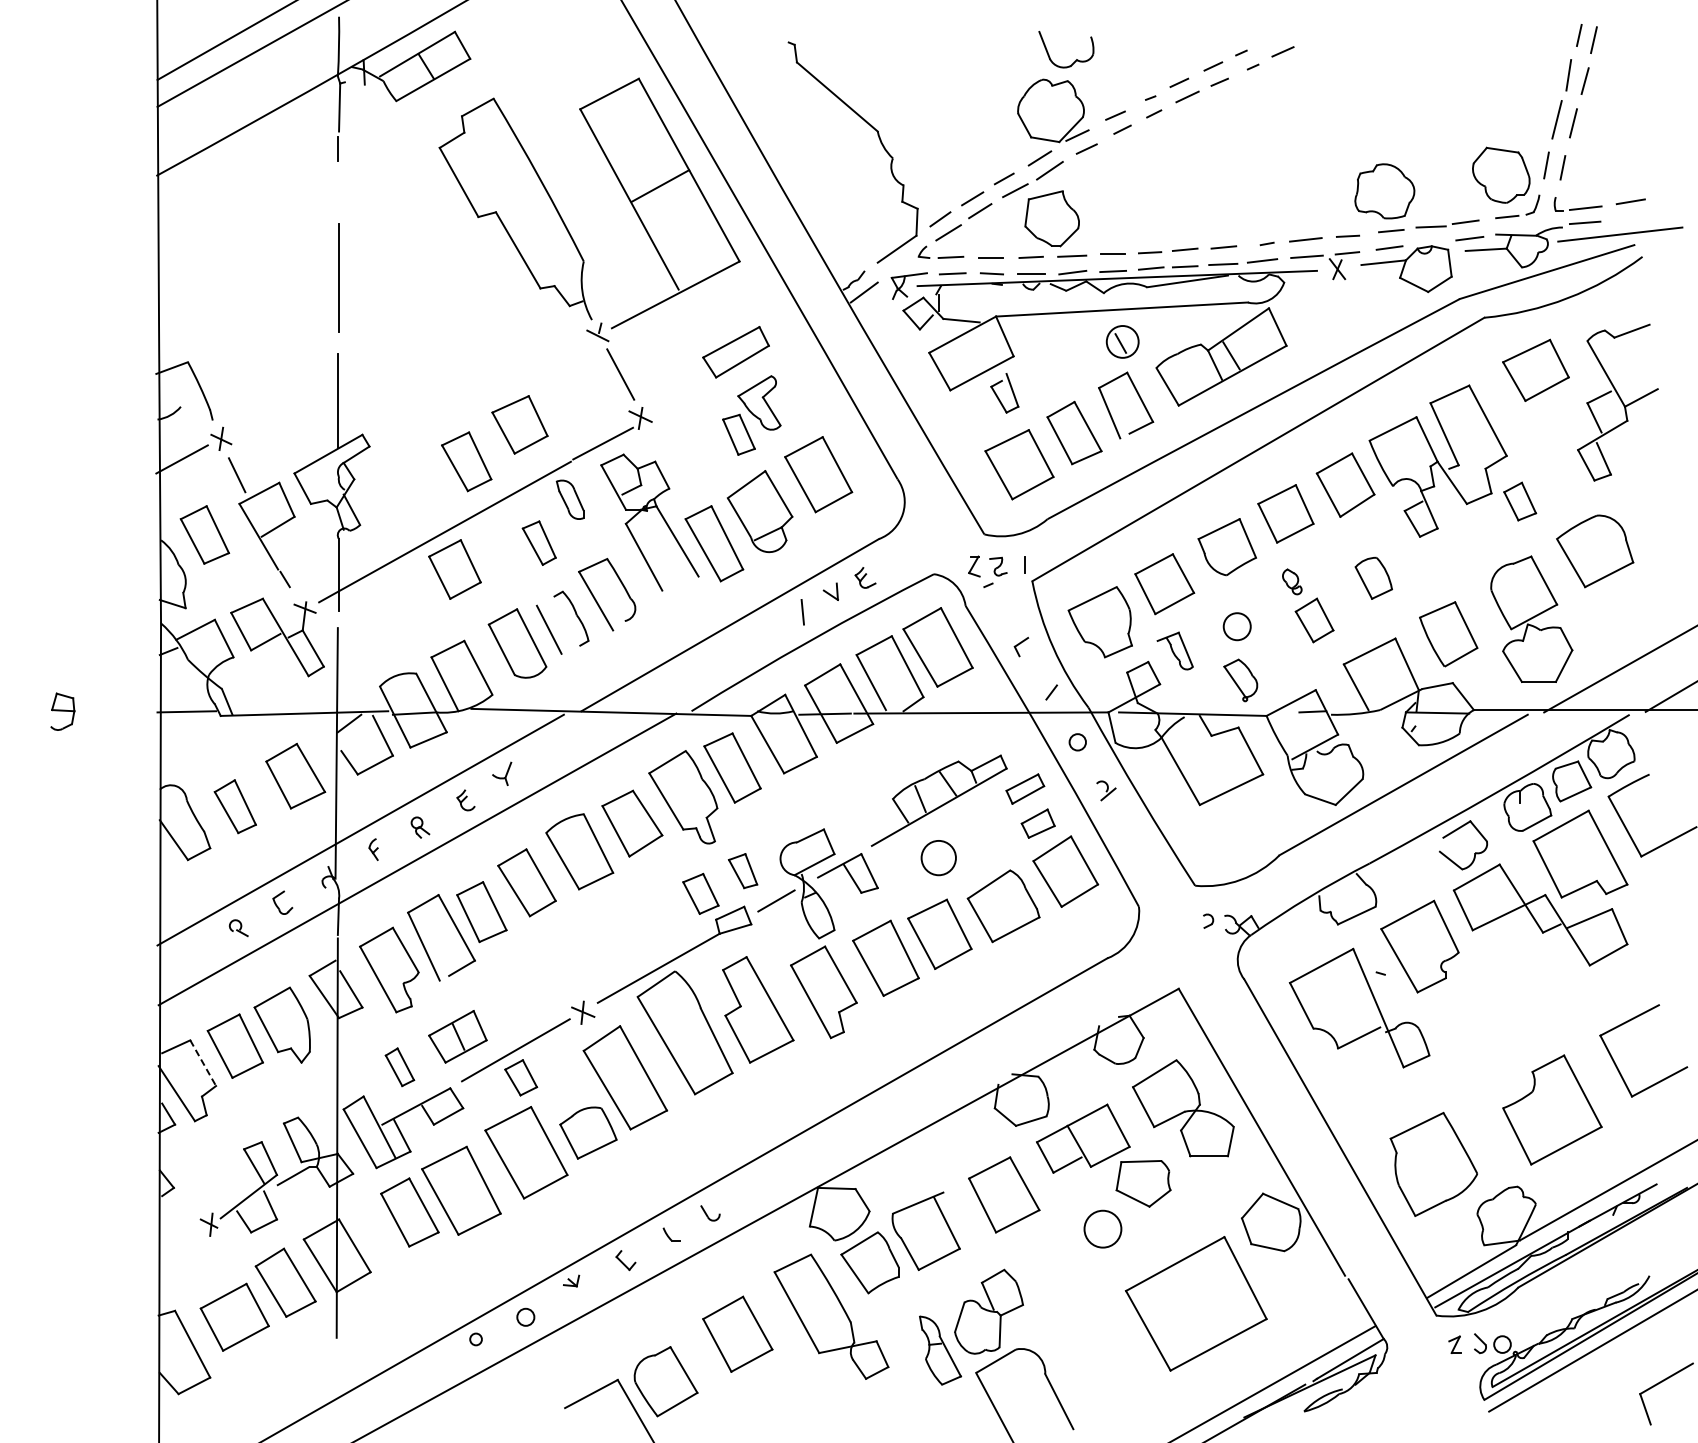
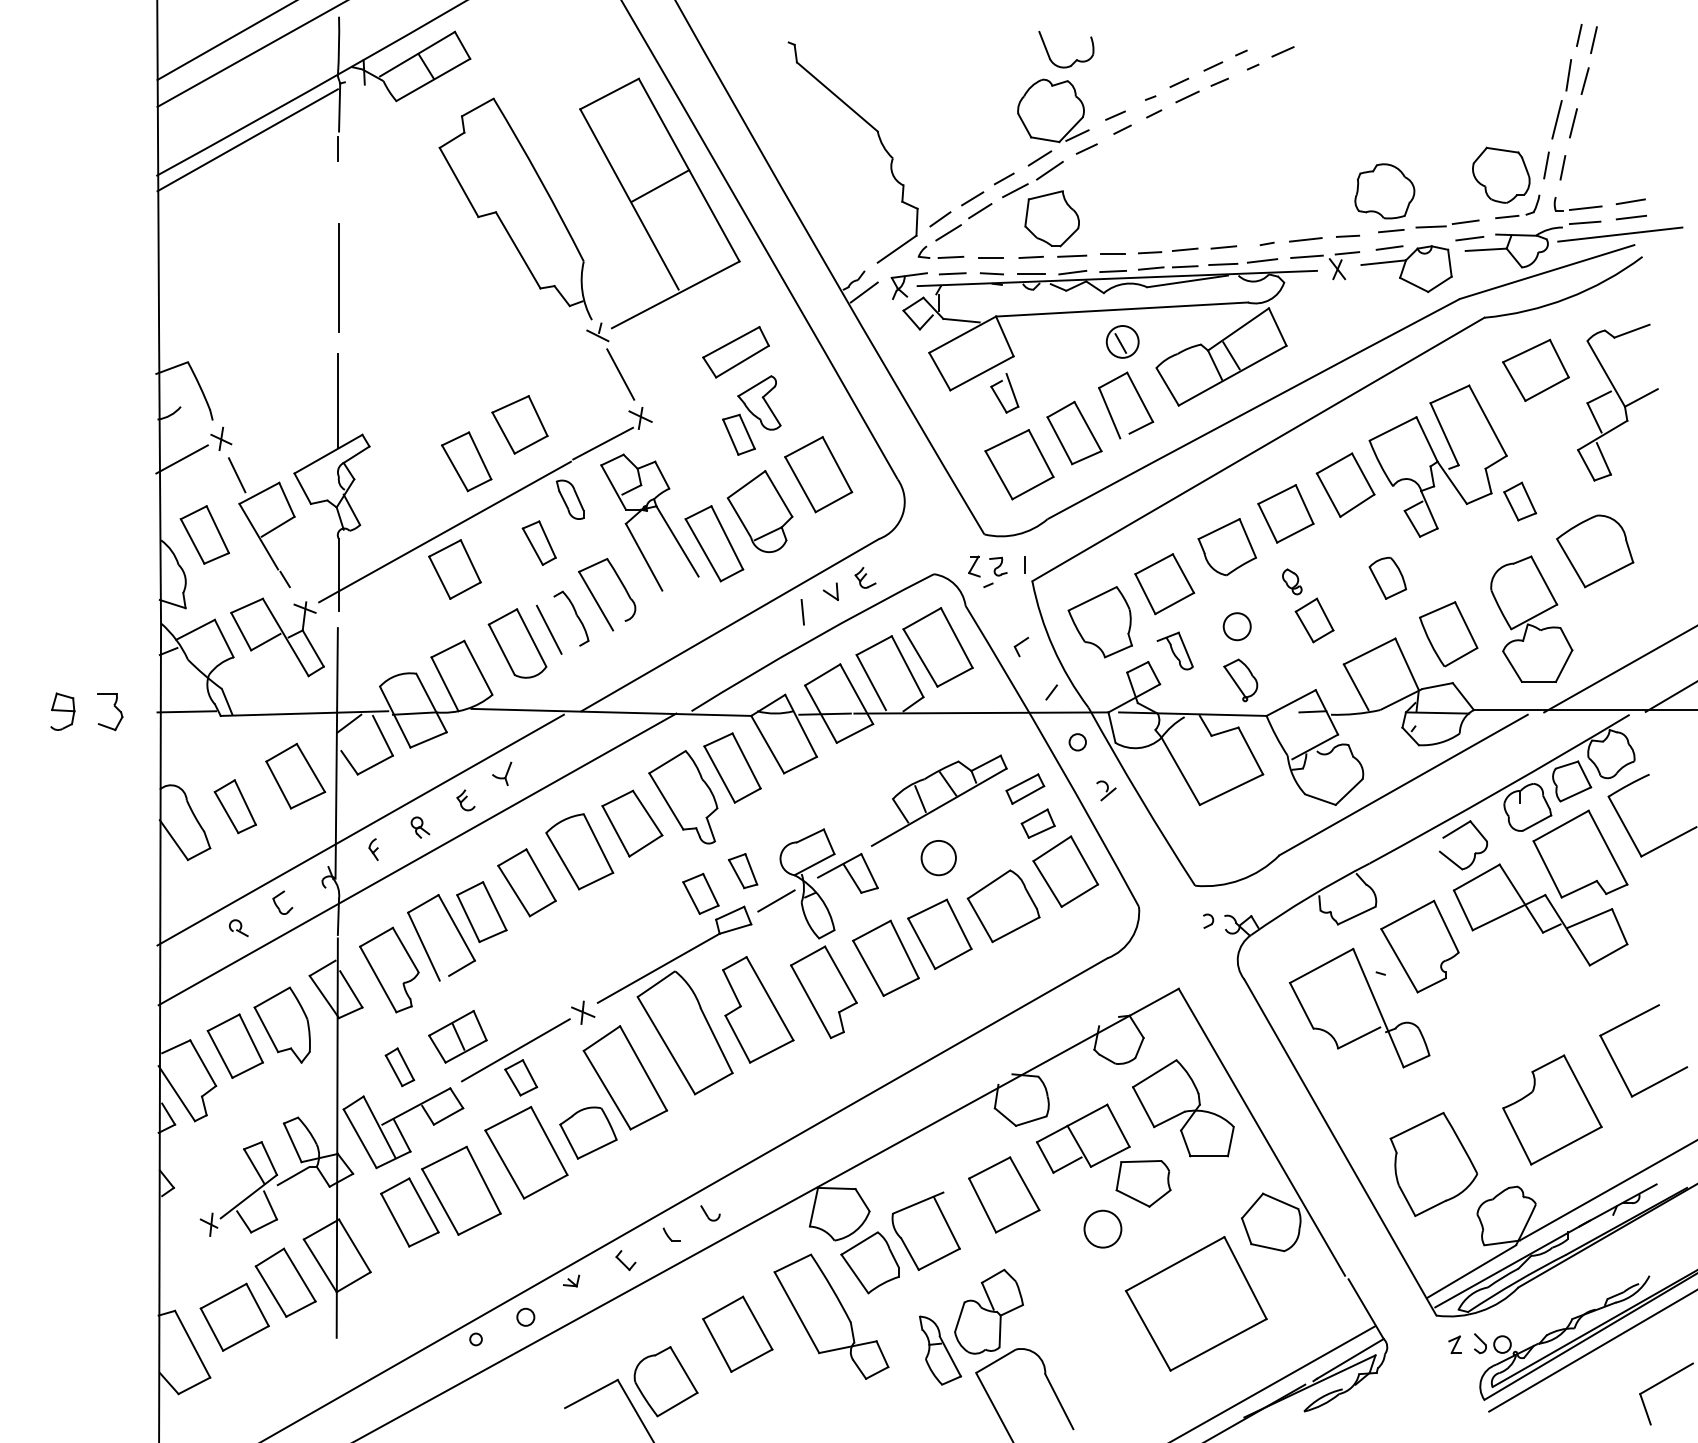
line at (247, 140): none -> present
line at (1631, 217): none -> present
part at (1373, 577) position: (1373, 577) -> (1387, 577)
part at (114, 707): none -> present
line at (203, 1063): dashed -> solid
